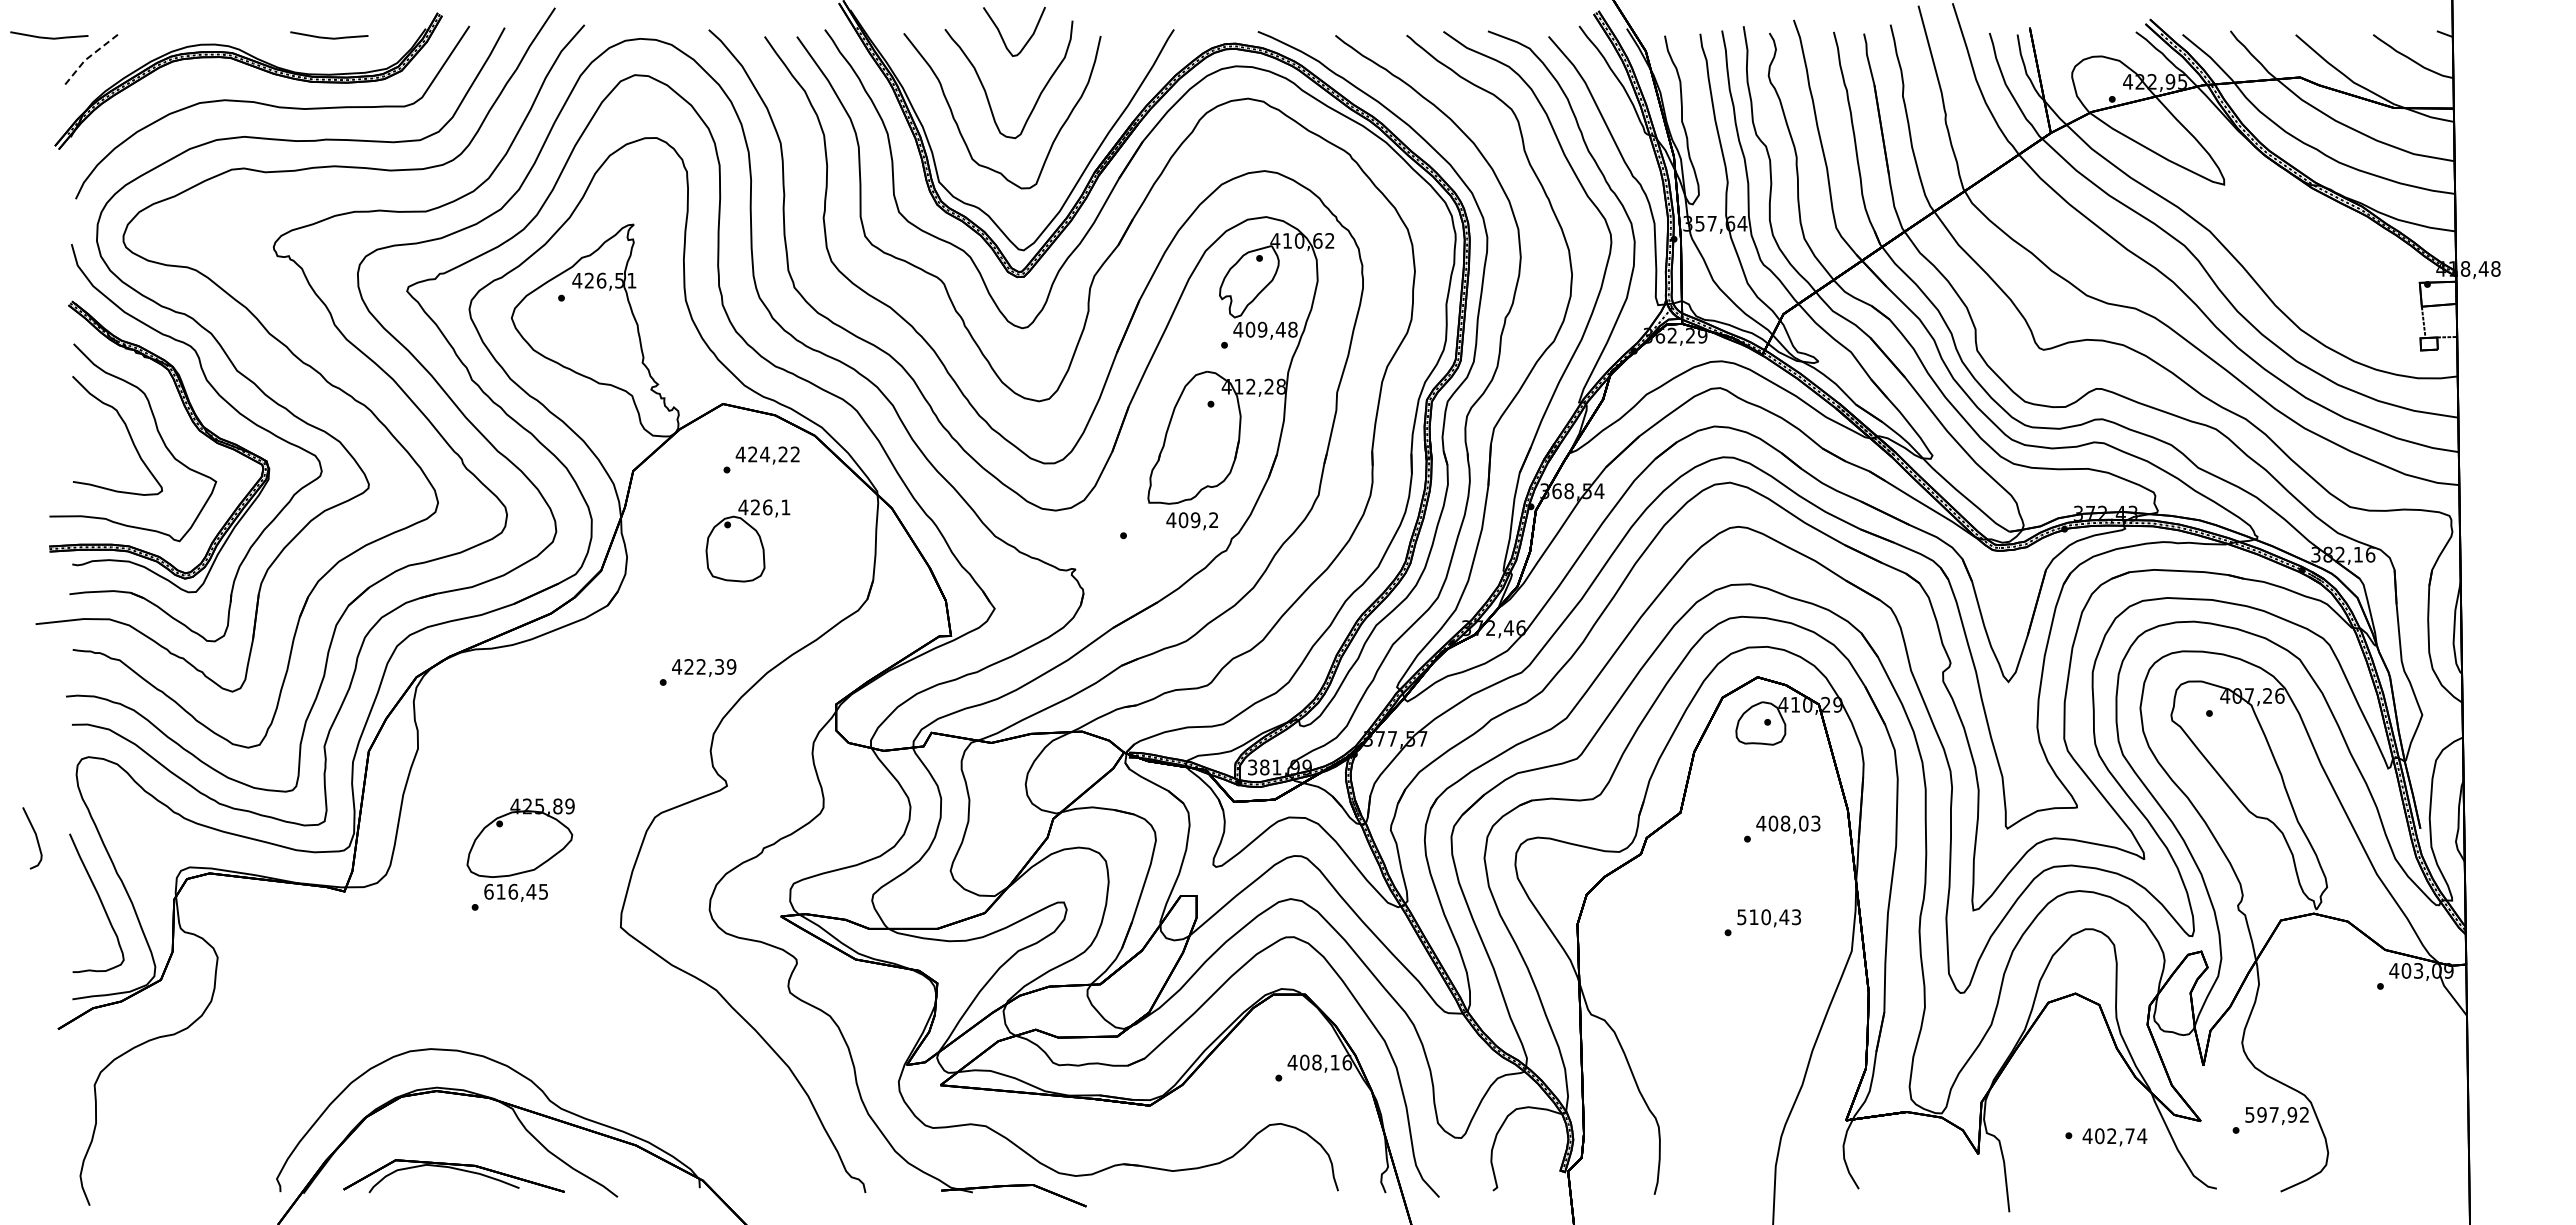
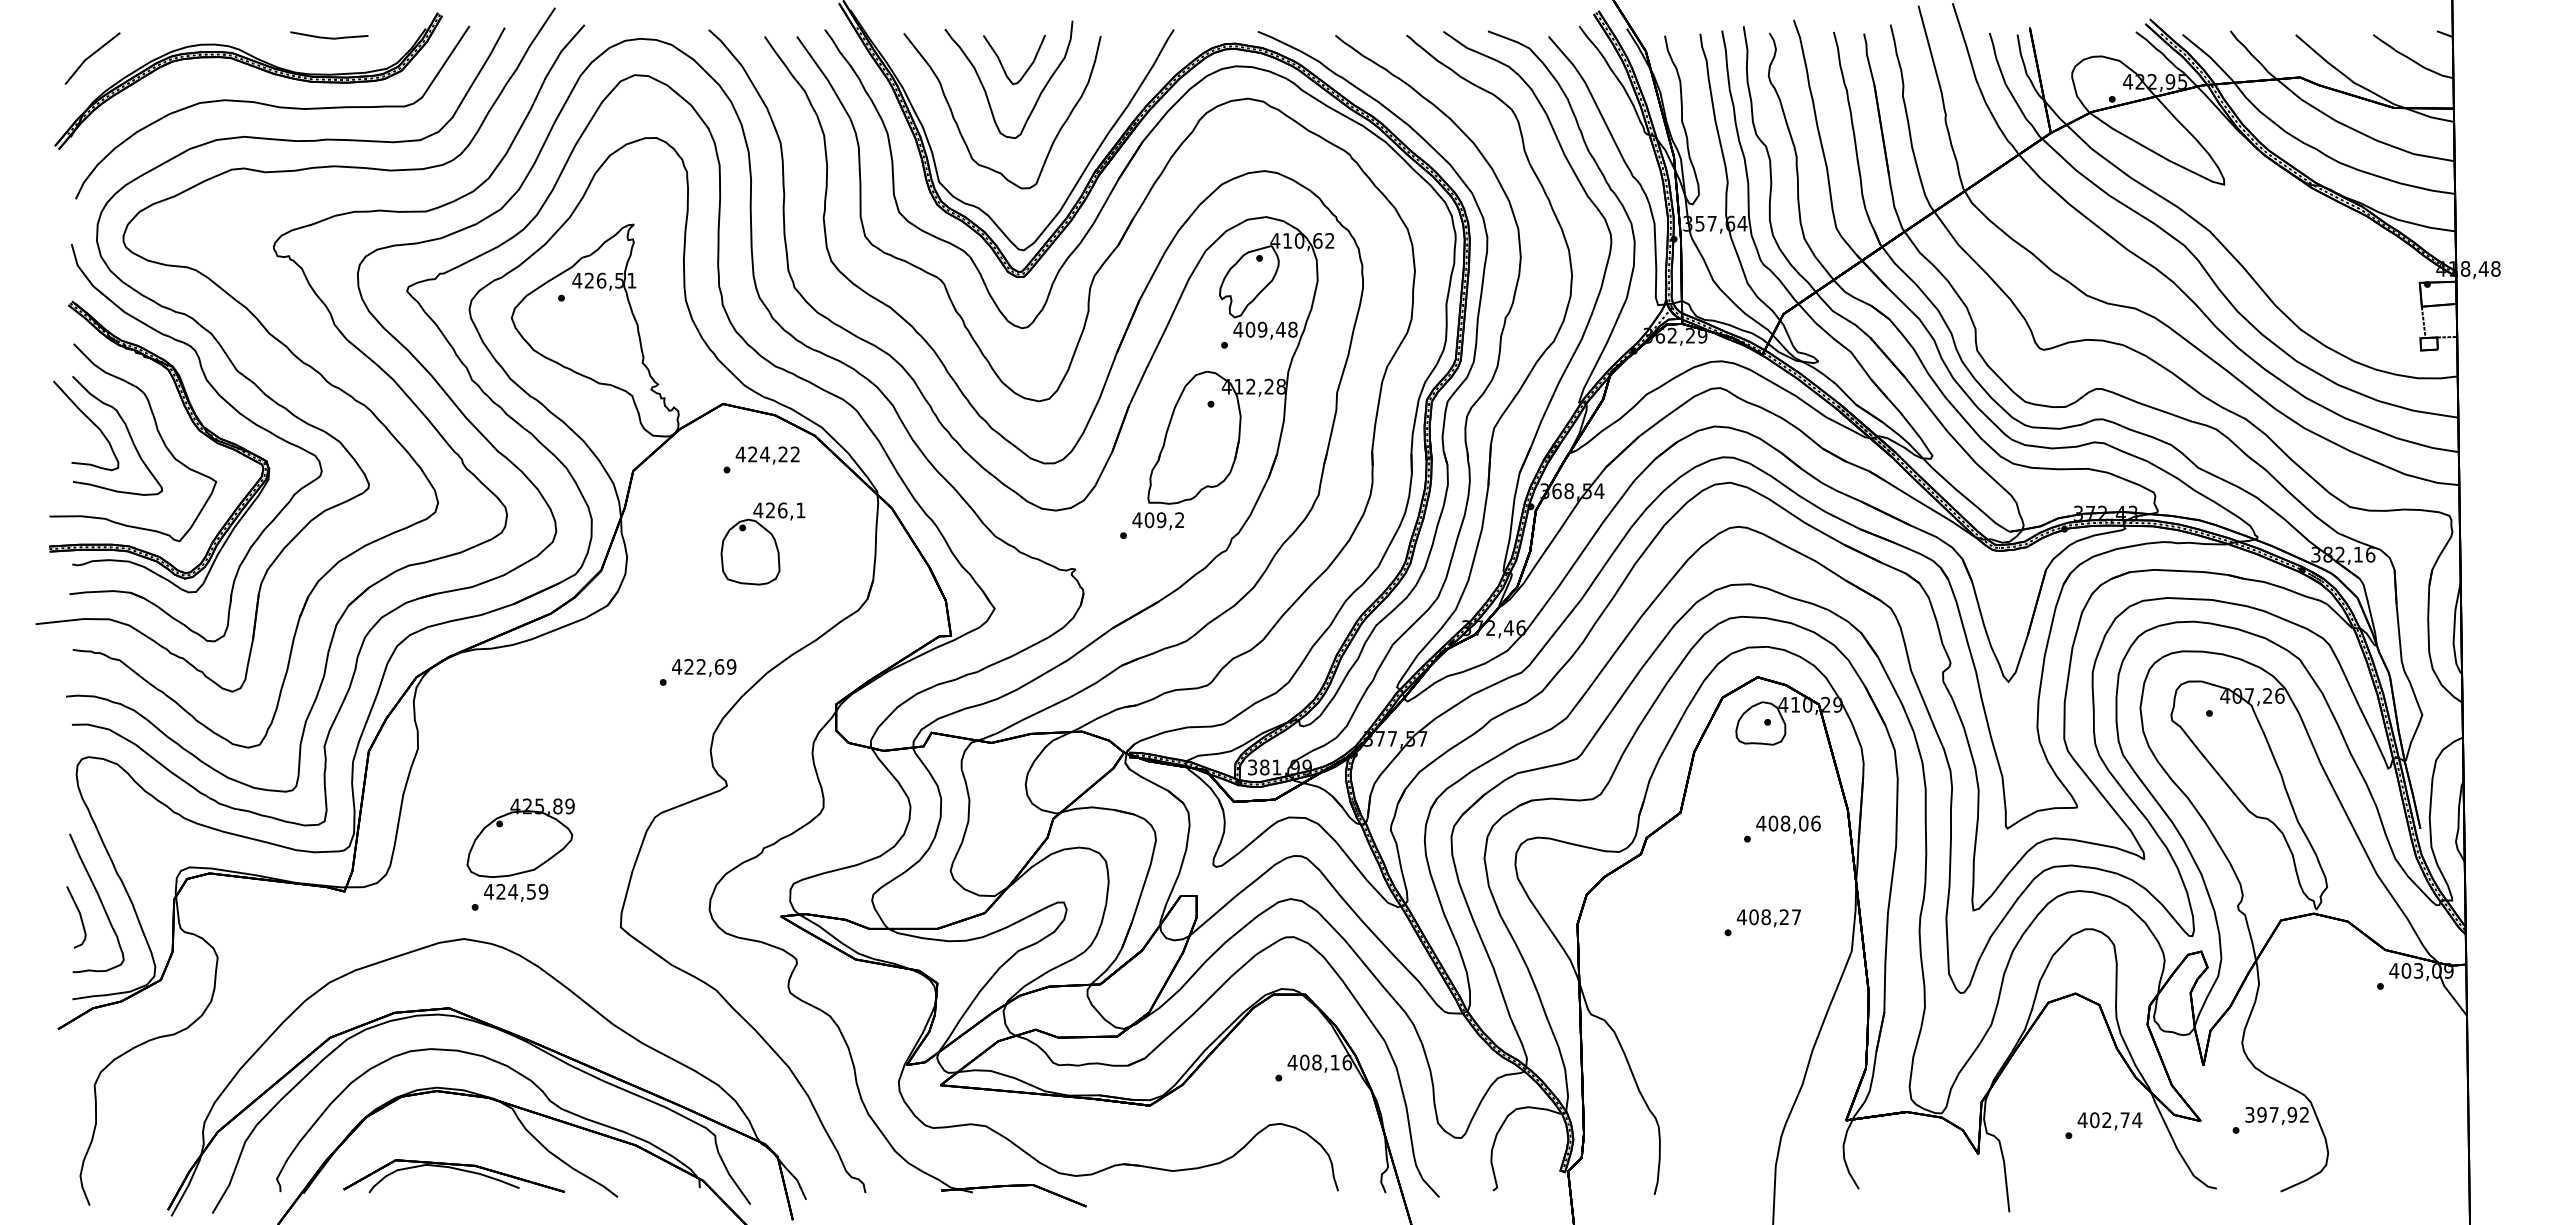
curve at (1002, 36) position: (1002, 36) -> (1002, 64)
line at (49, 37): present -> none
line at (89, 56): dashed -> solid
curve at (90, 421): none -> present
text at (1191, 521) position: (1191, 521) -> (1157, 521)
part at (747, 540) position: (747, 540) -> (762, 543)
text at (719, 666): 422,39 -> 422,69
text at (1815, 823): 408,03 -> 408,06
curve at (35, 837) position: (35, 837) -> (79, 916)
text at (515, 891): 616,45 -> 424,59
text at (1768, 917): 510,43 -> 408,27
part at (505, 1033): none -> present
text at (2249, 1114): 597,92 -> 397,92
text at (2114, 1137) position: (2114, 1137) -> (2109, 1121)
